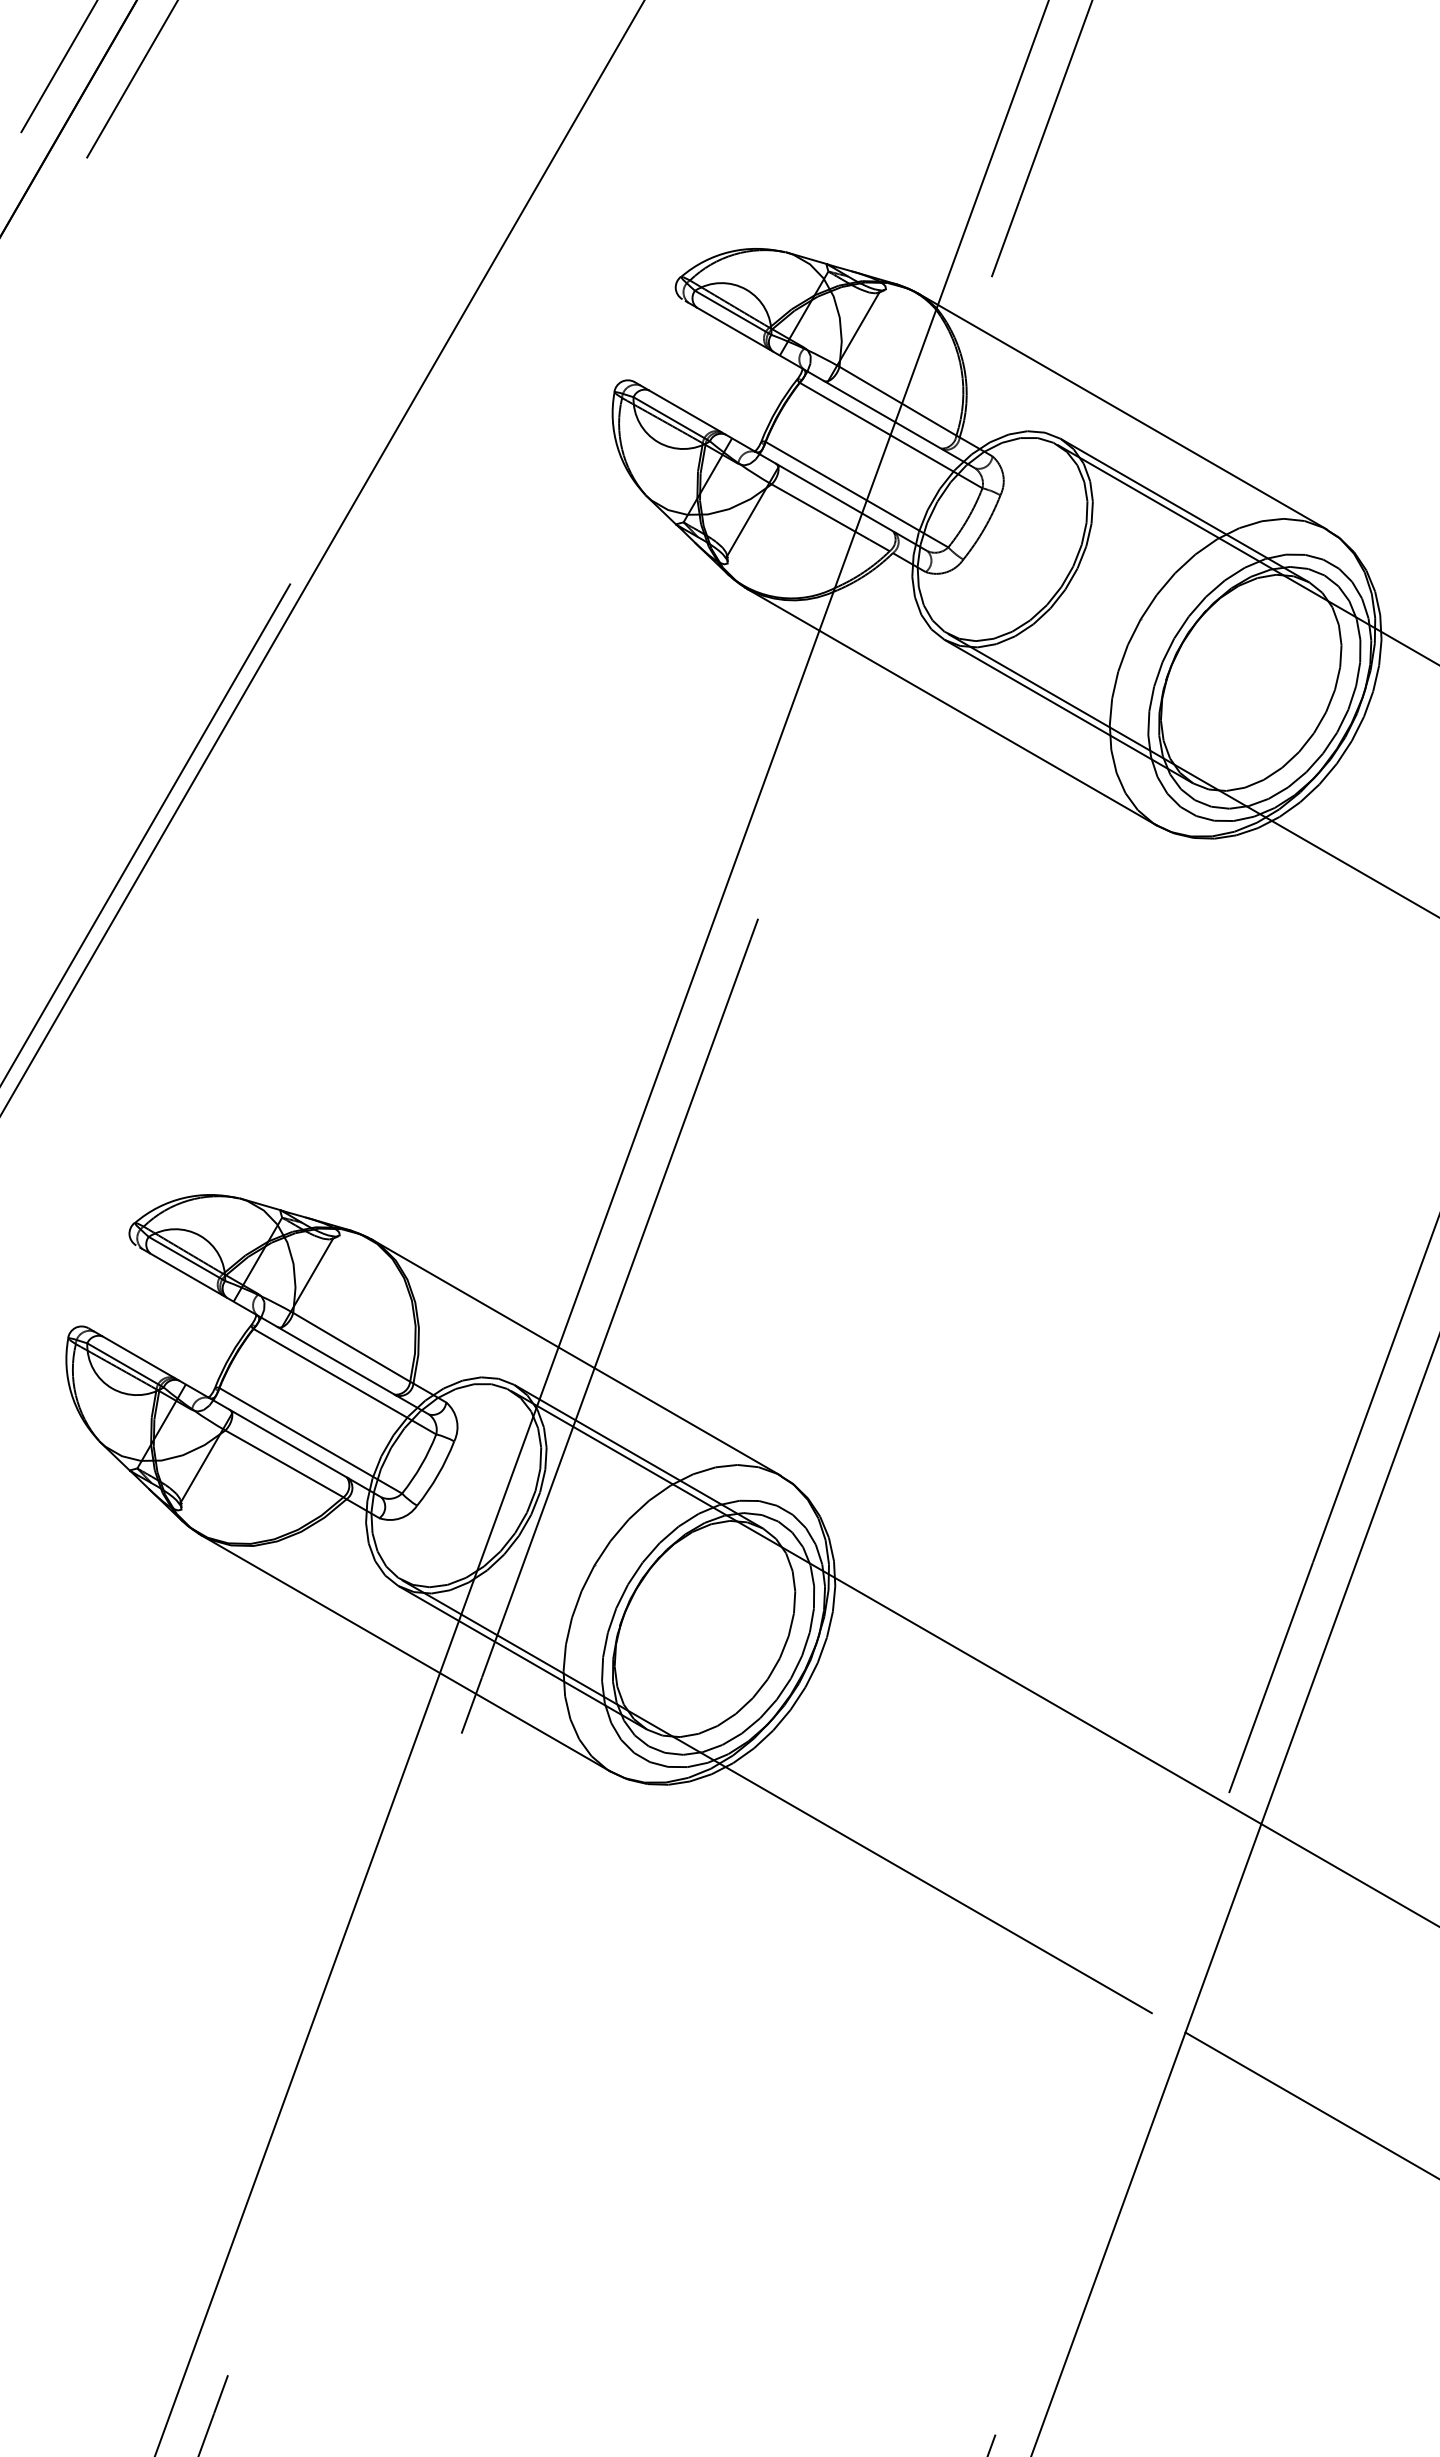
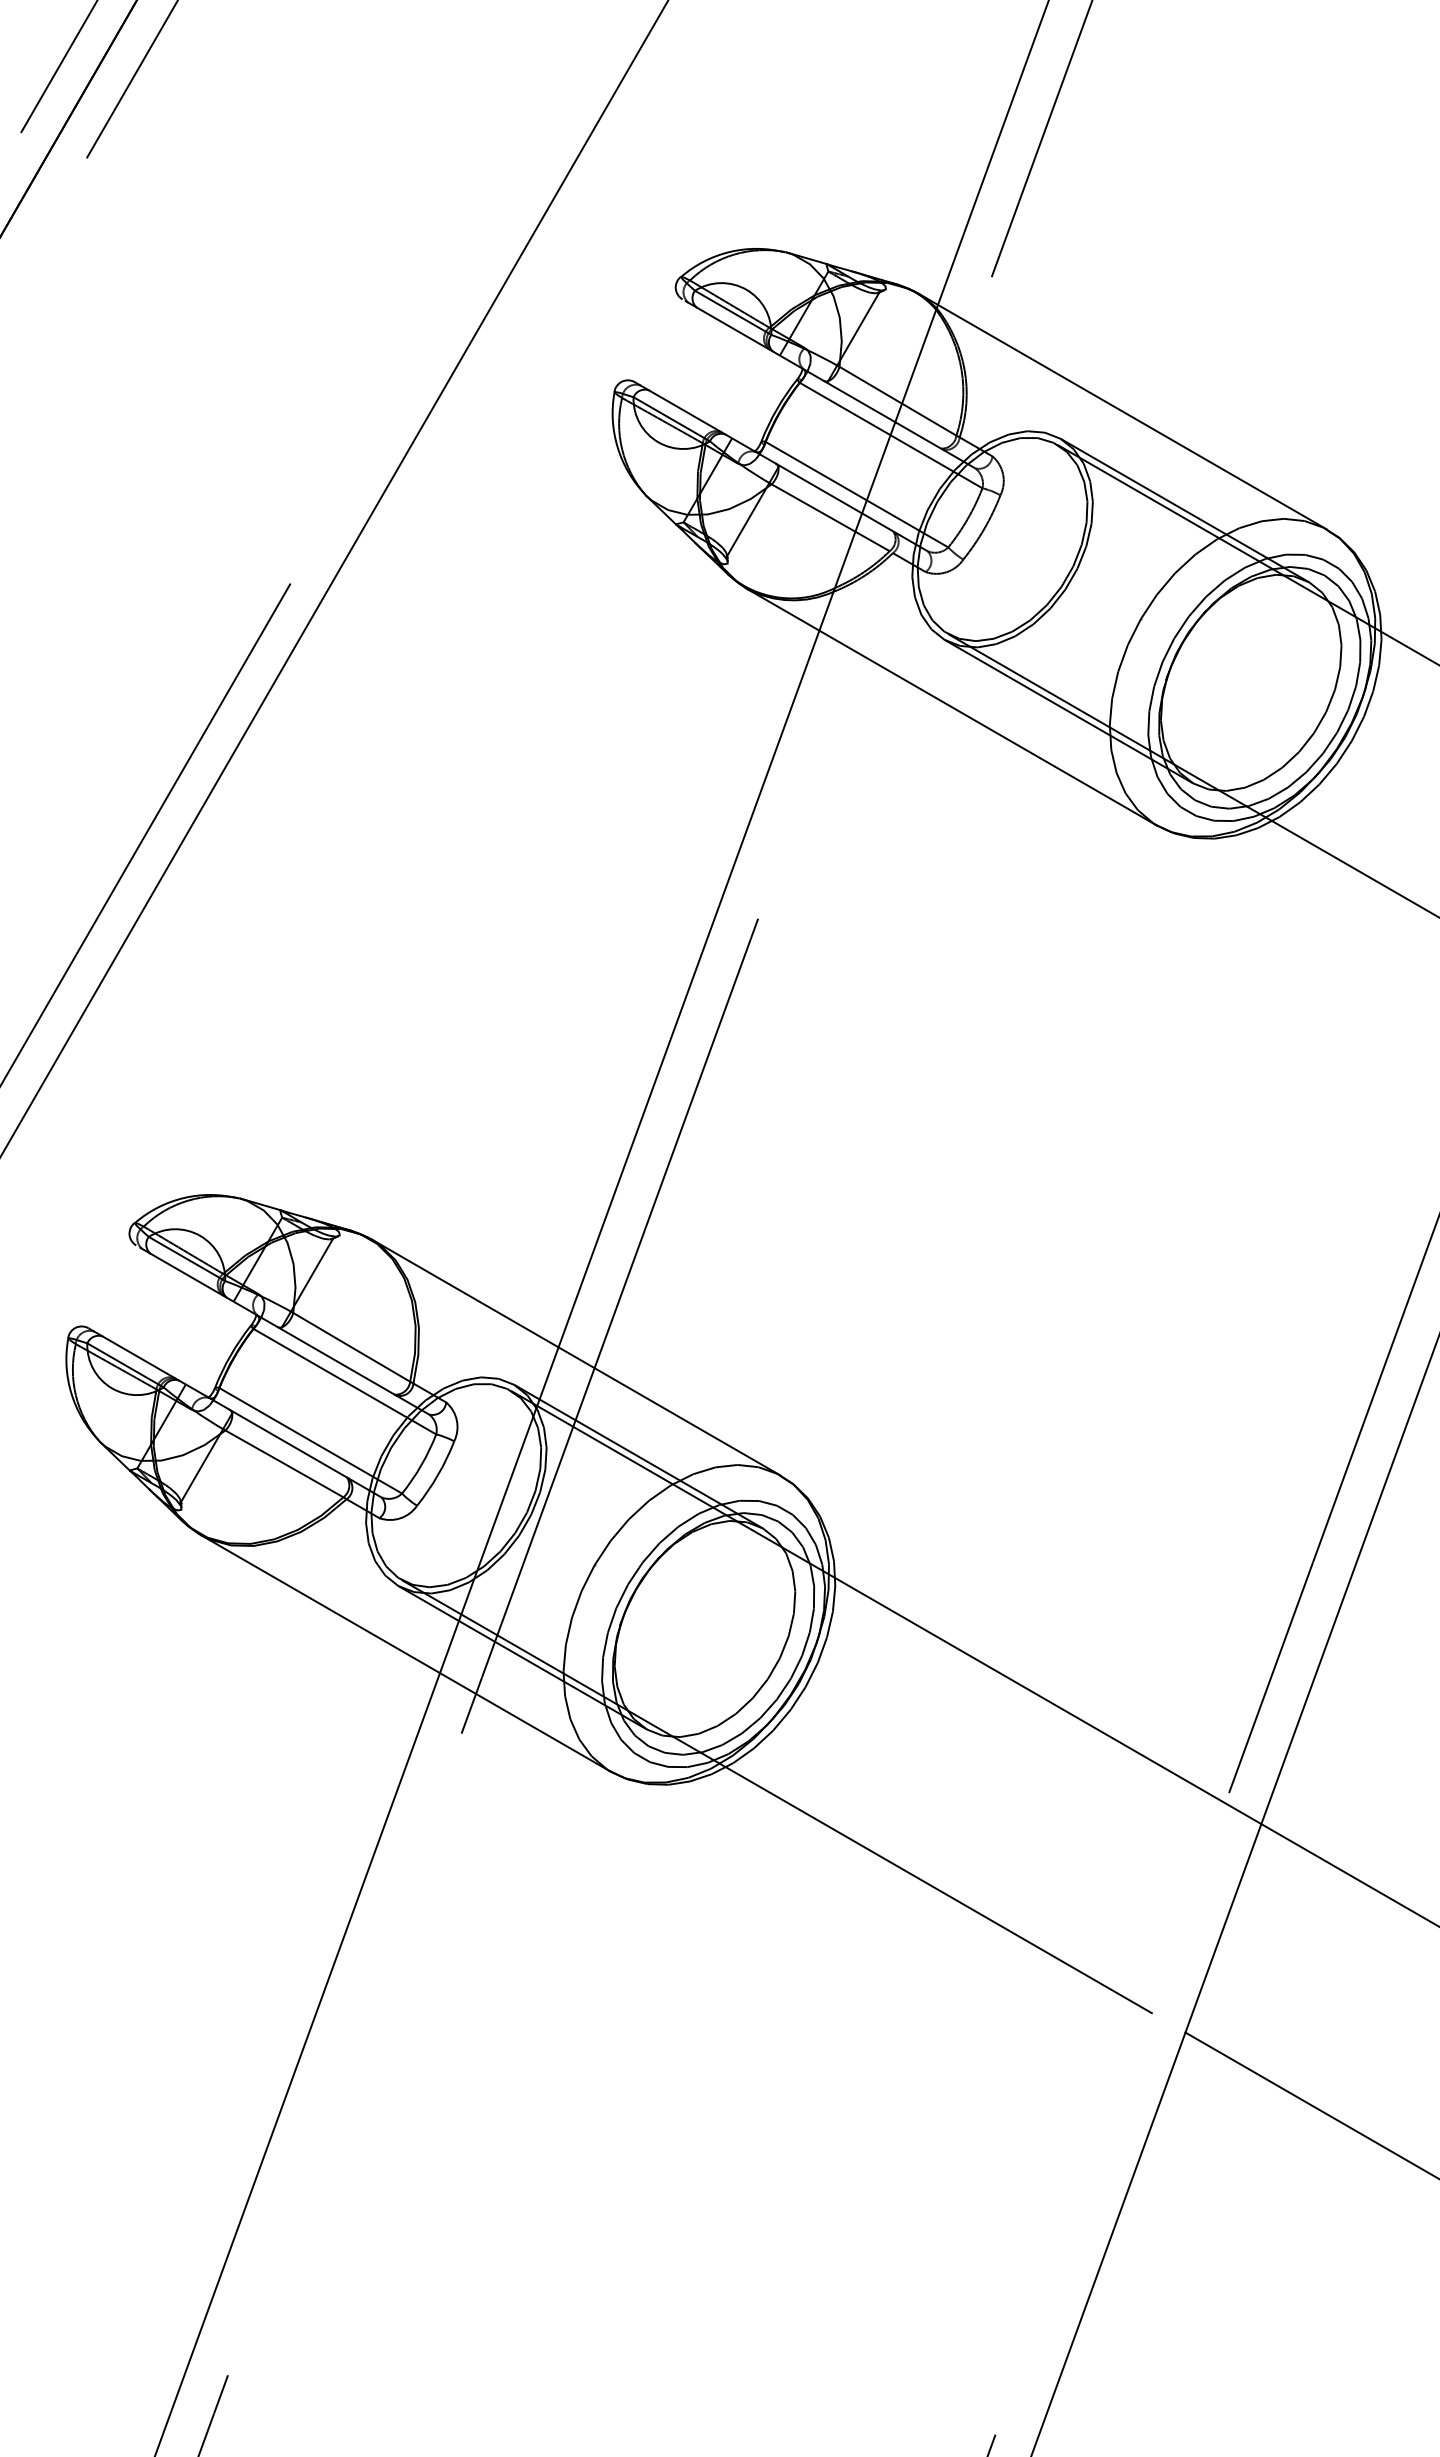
line at (322, 557) position: (322, 557) -> (334, 577)
